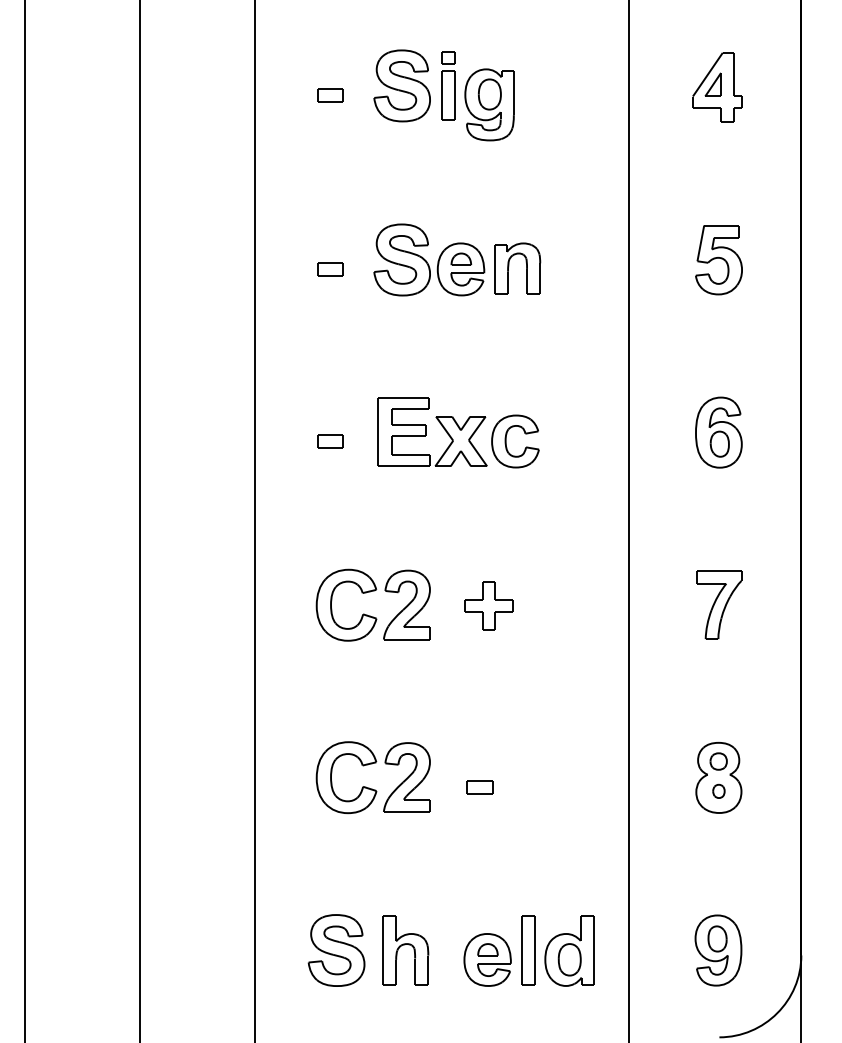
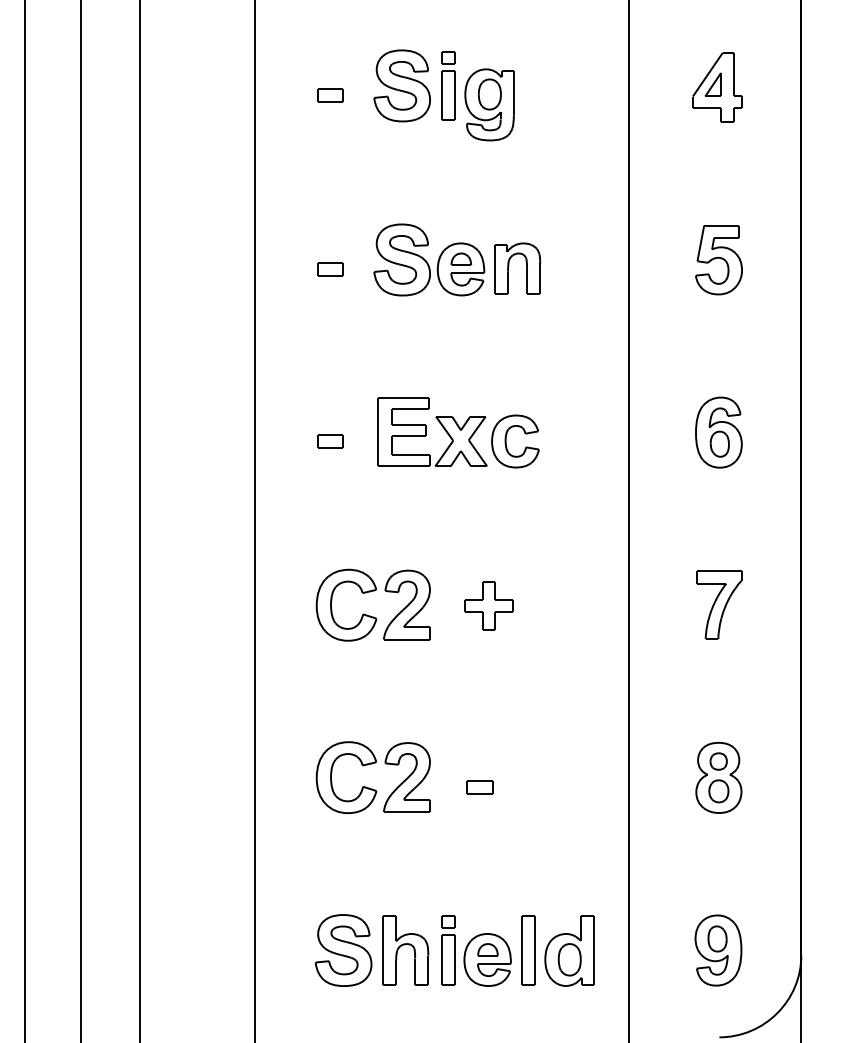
line at (81, 520): none -> present
part at (718, 790) size: 14x16 px -> 22x25 px
part at (336, 950) position: (336, 950) -> (343, 950)
part at (448, 950): none -> present
